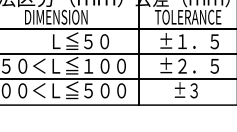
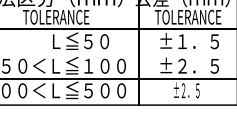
text at (56, 16): DIMENSION -> TOLERANCE
line at (117, 54): present -> none
text at (186, 90): ±３ -> ±２．５
